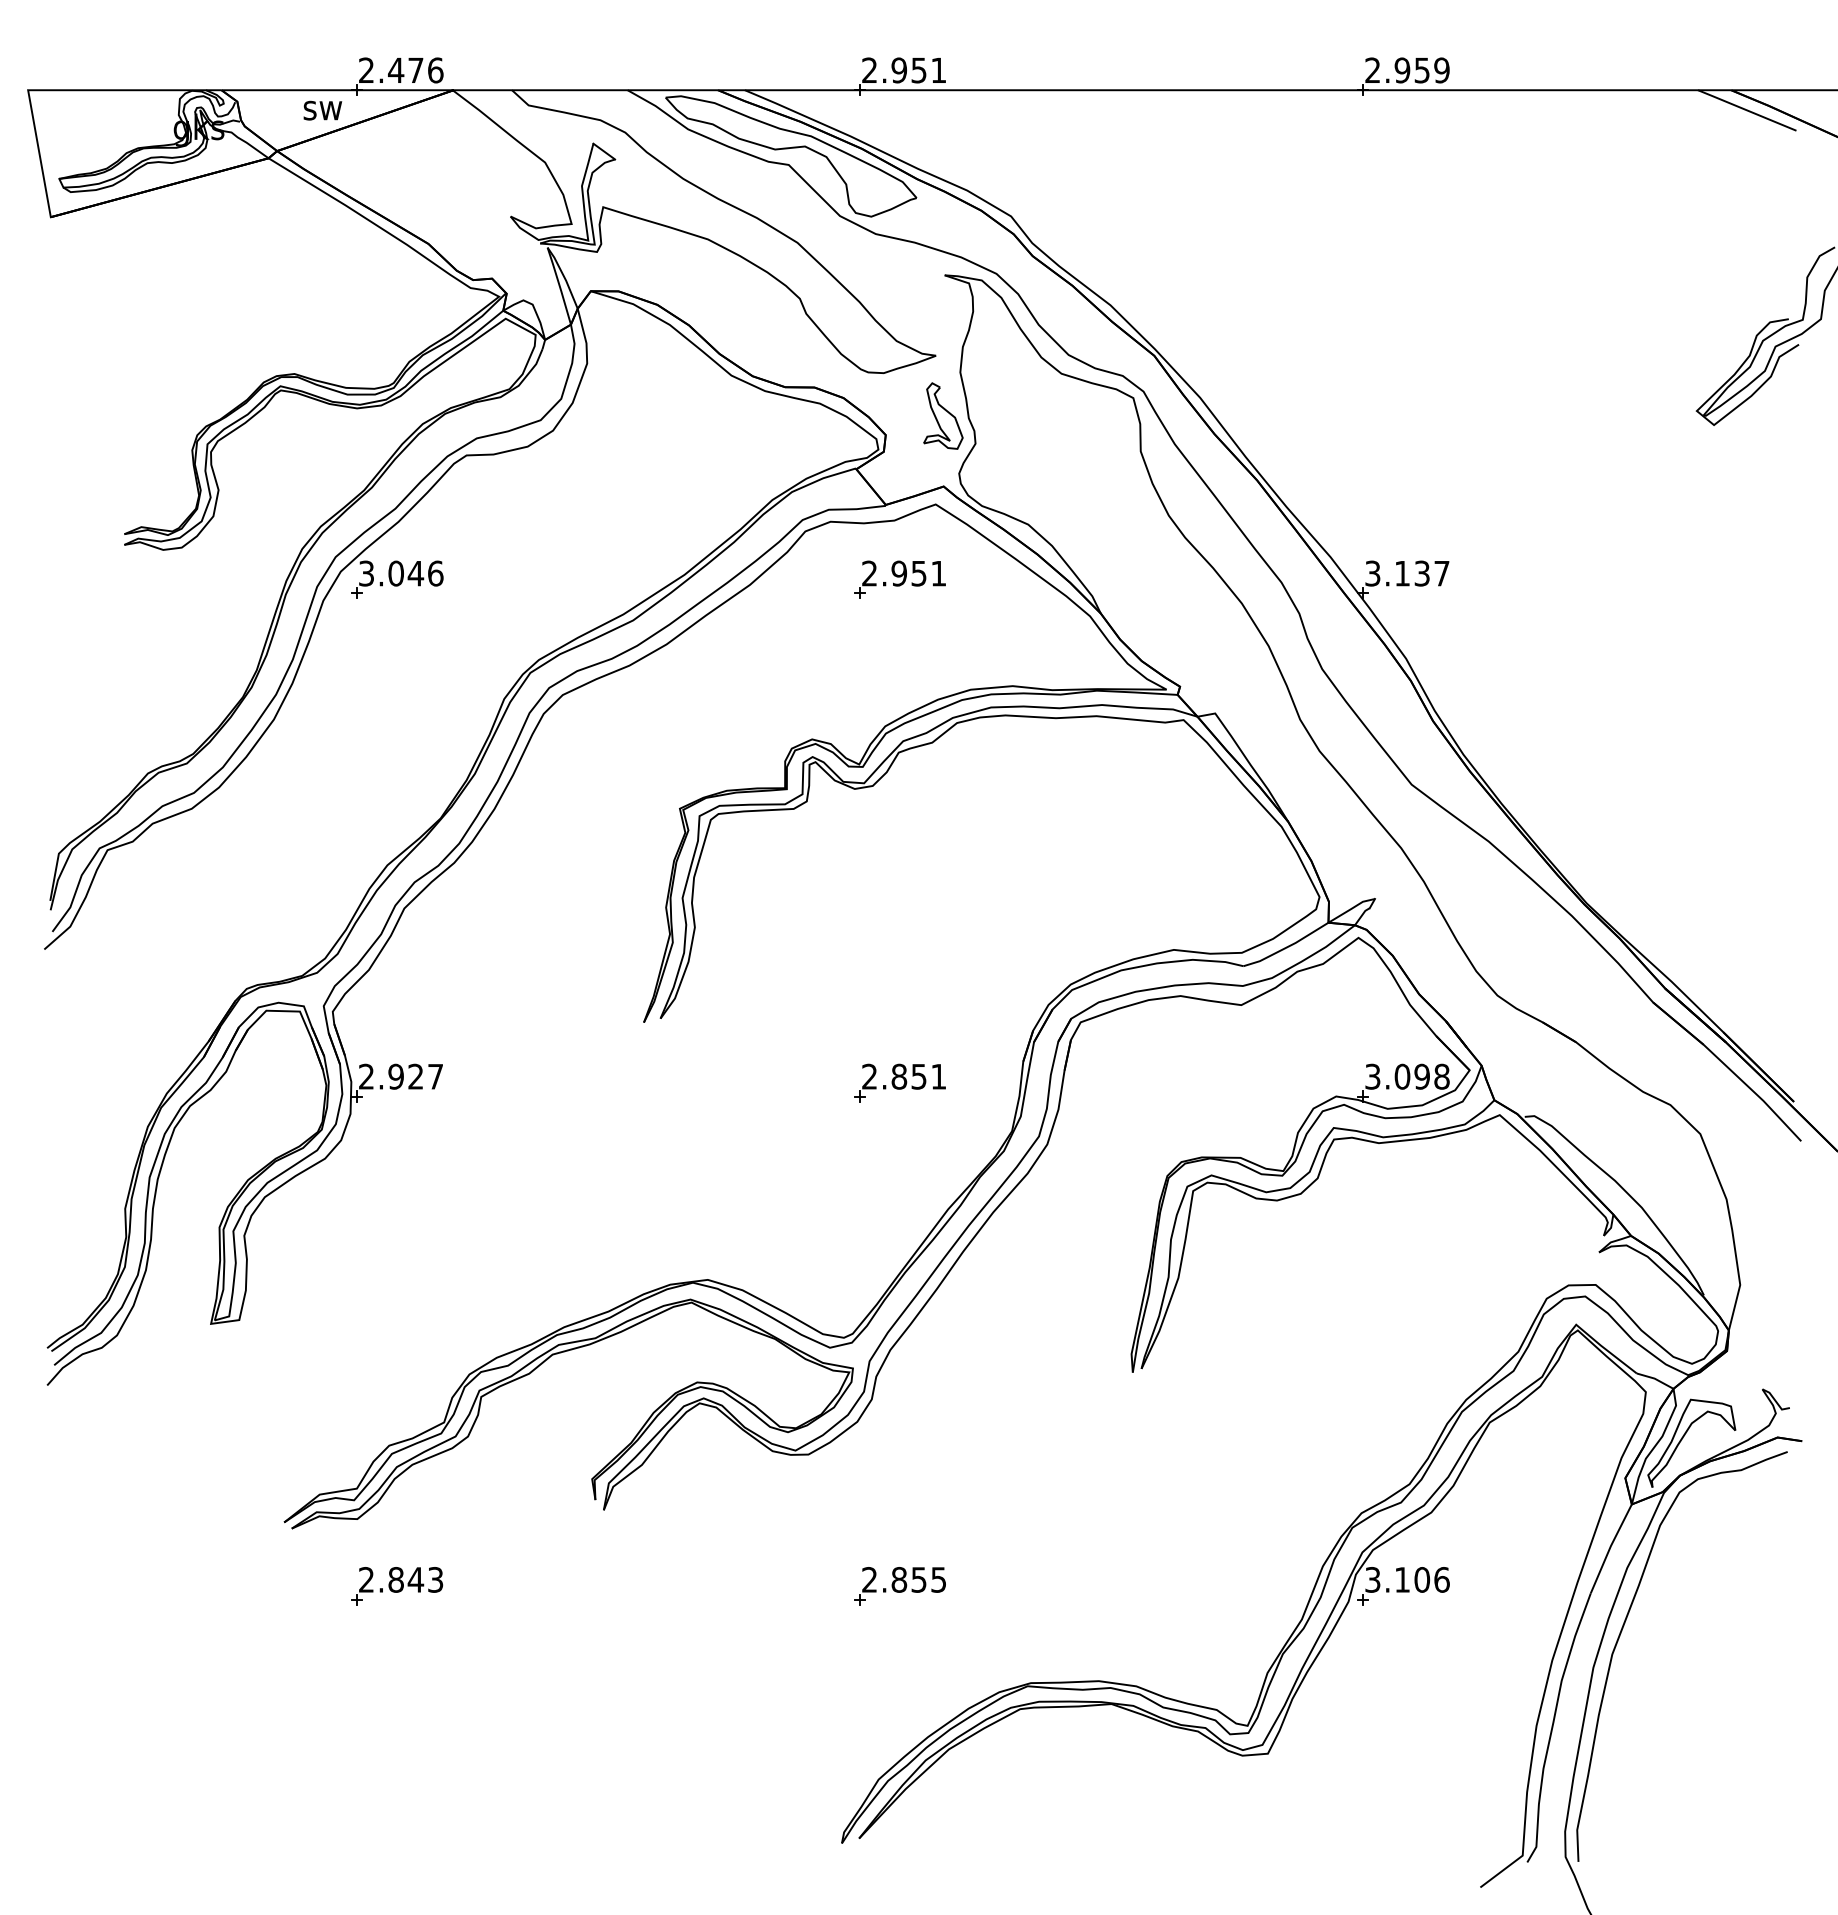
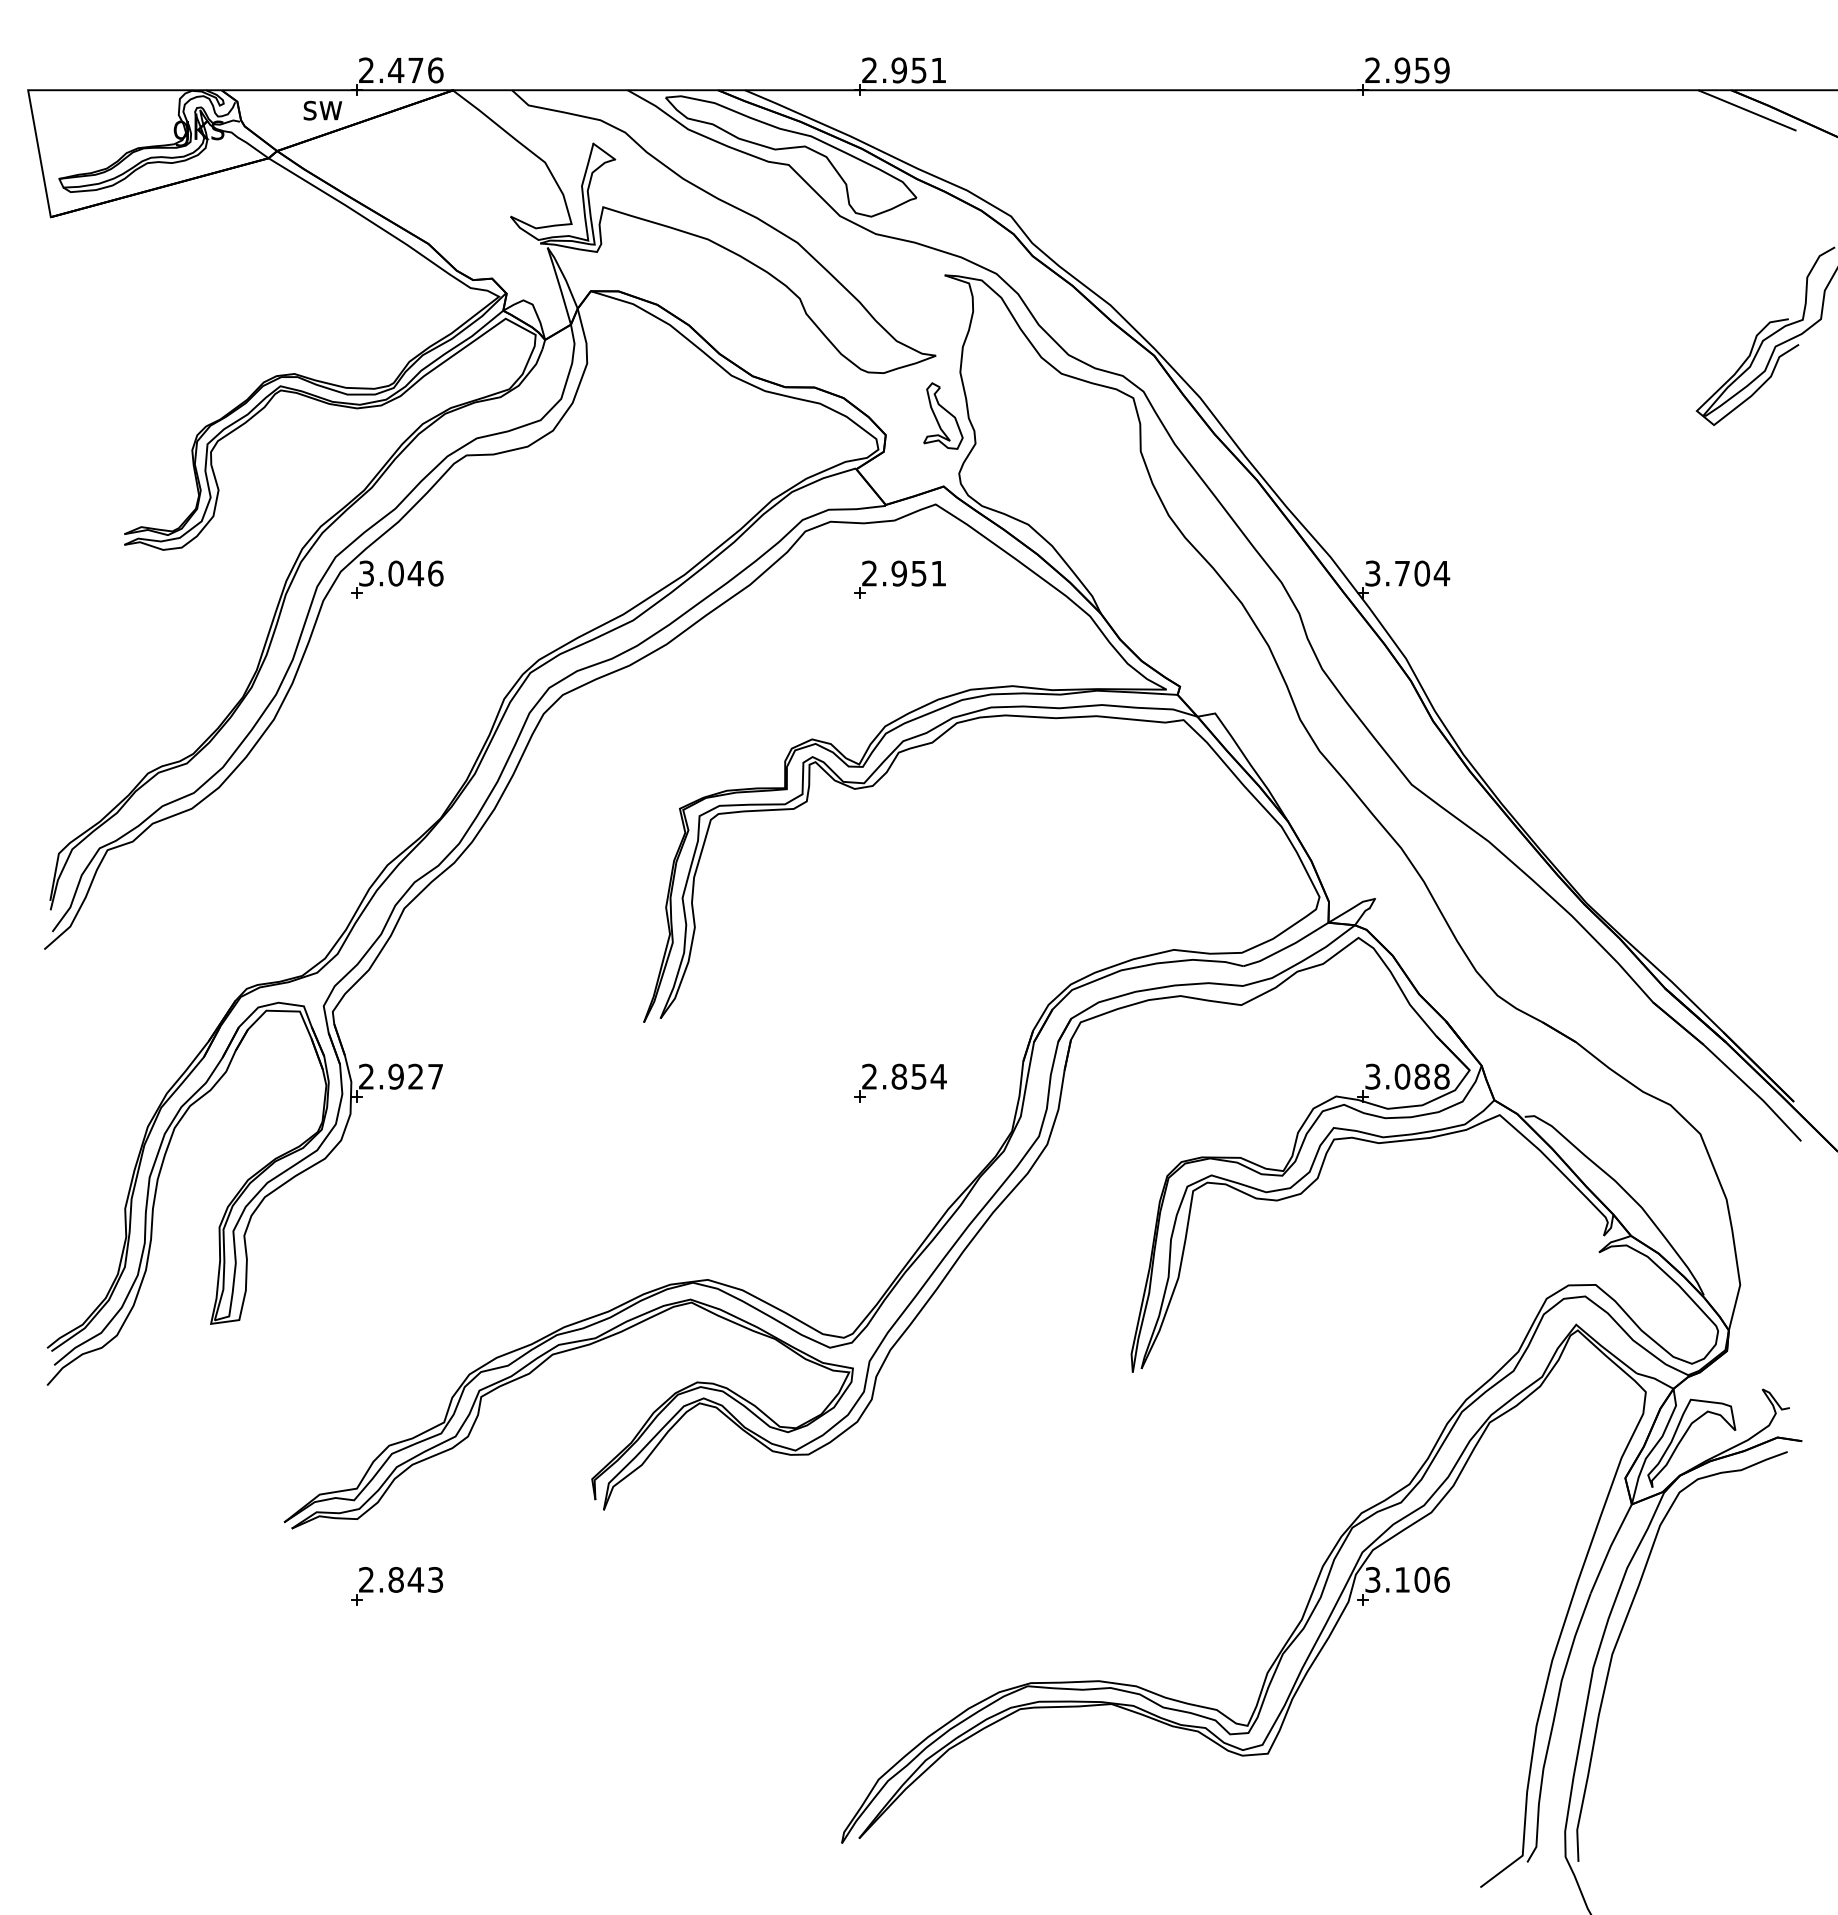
text at (1422, 573): 3.137 -> 3.704
text at (938, 1076): 2.851 -> 2.854
text at (1421, 1076): 3.098 -> 3.088
part at (899, 1586): present -> none
